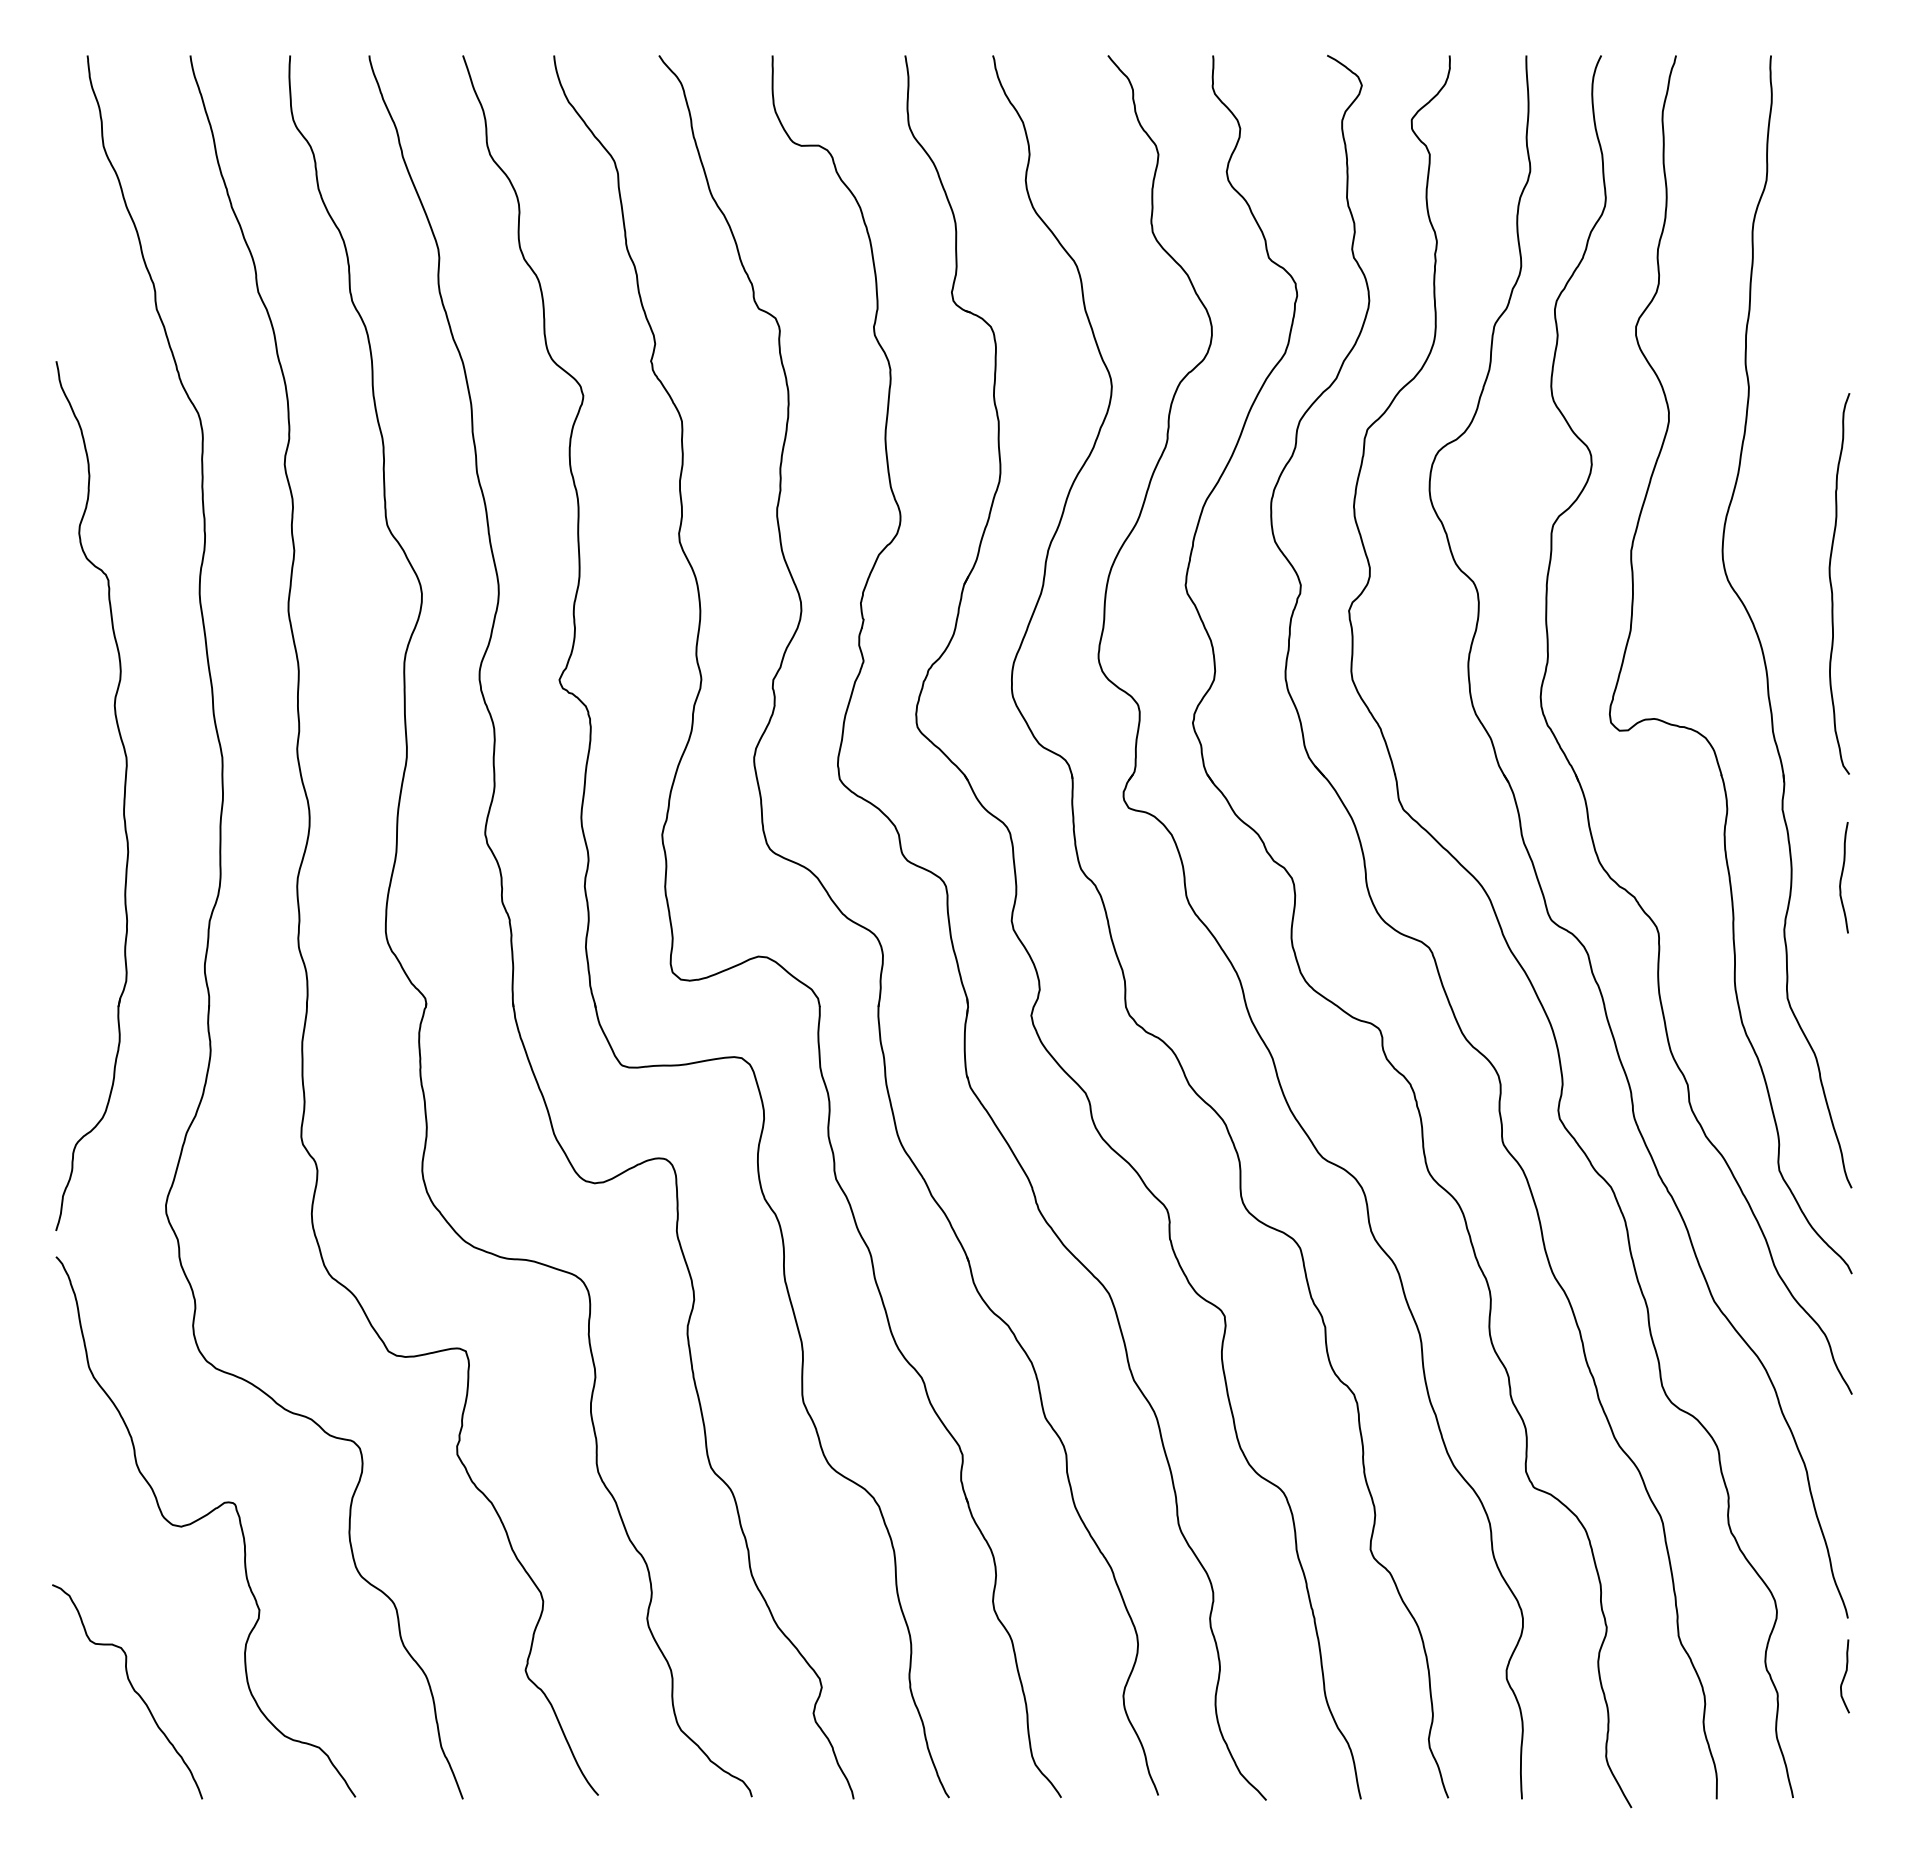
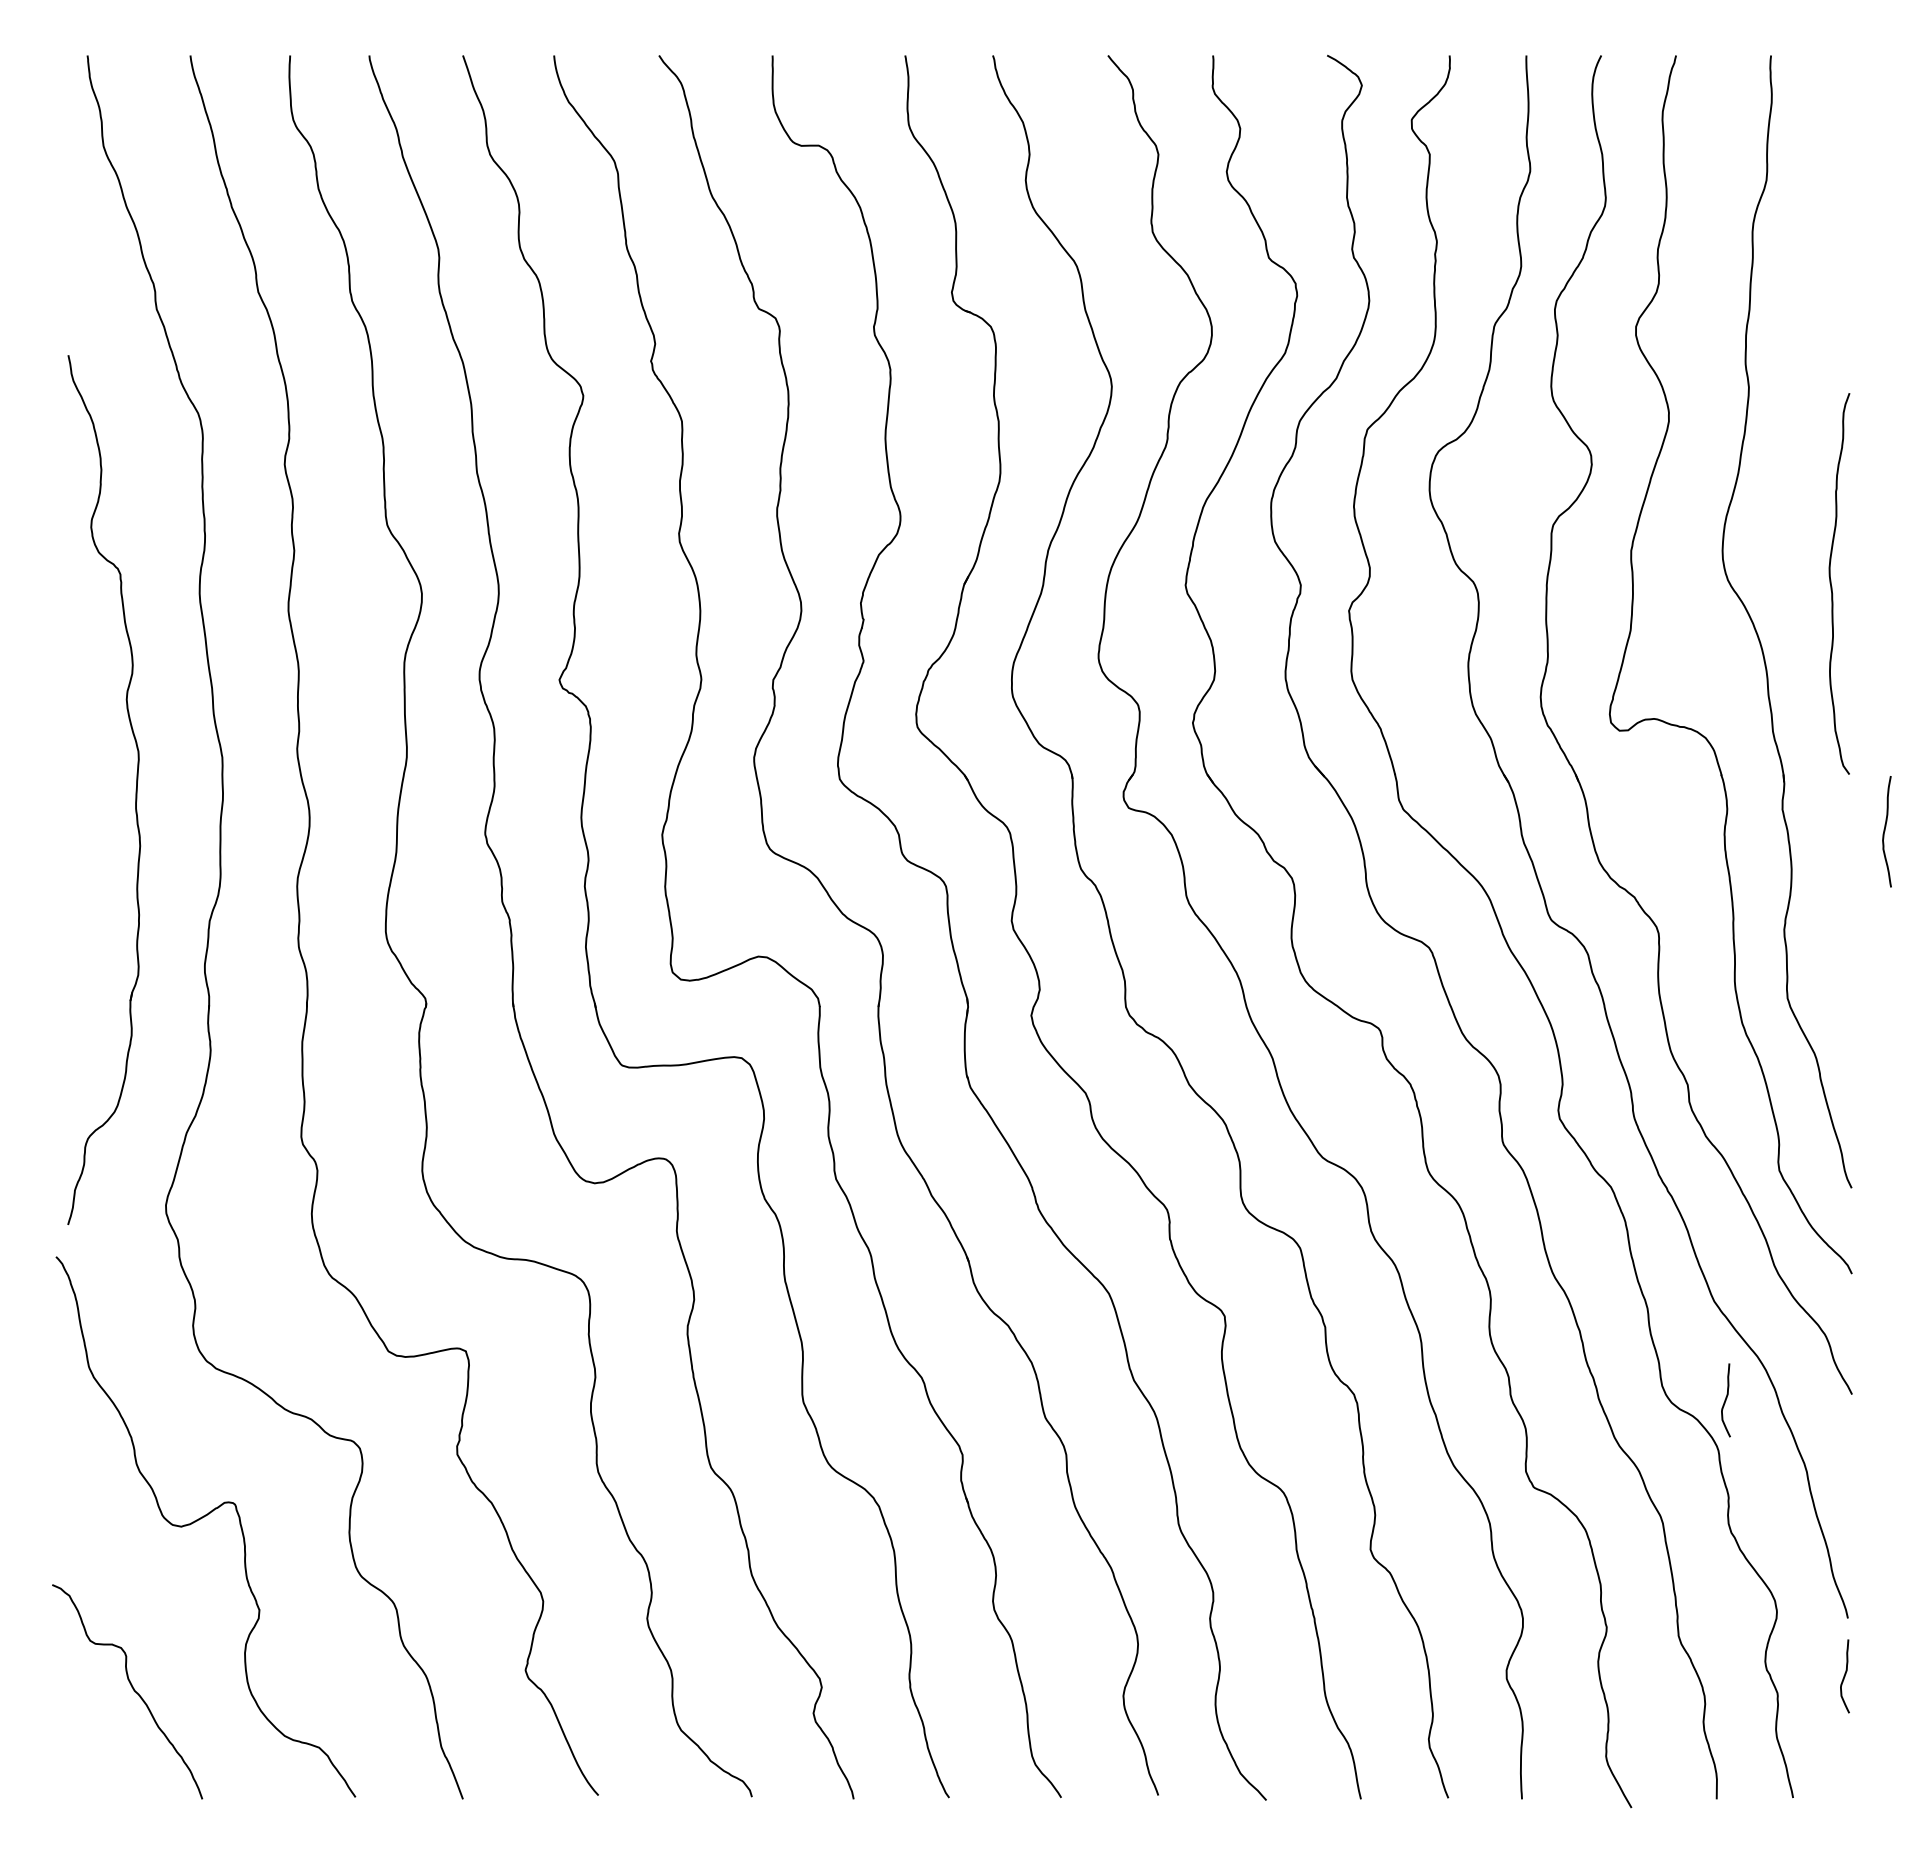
part at (123, 795) position: (123, 795) -> (135, 789)
curve at (1842, 877) position: (1842, 877) -> (1885, 831)
curve at (1725, 1400): none -> present
